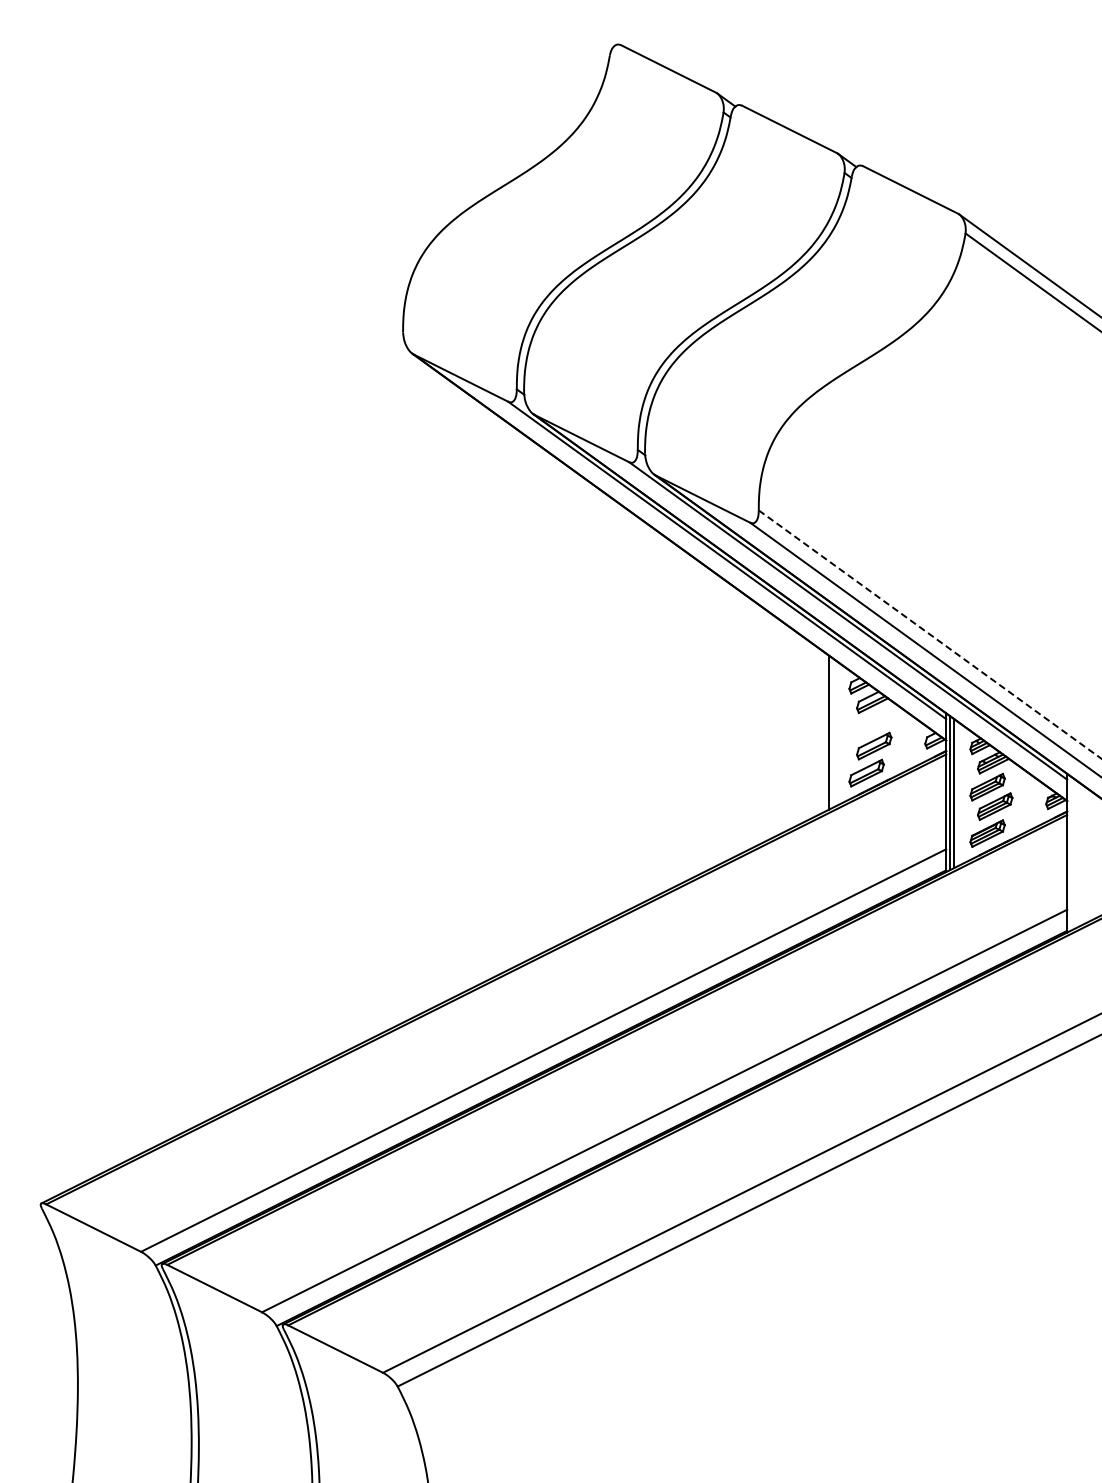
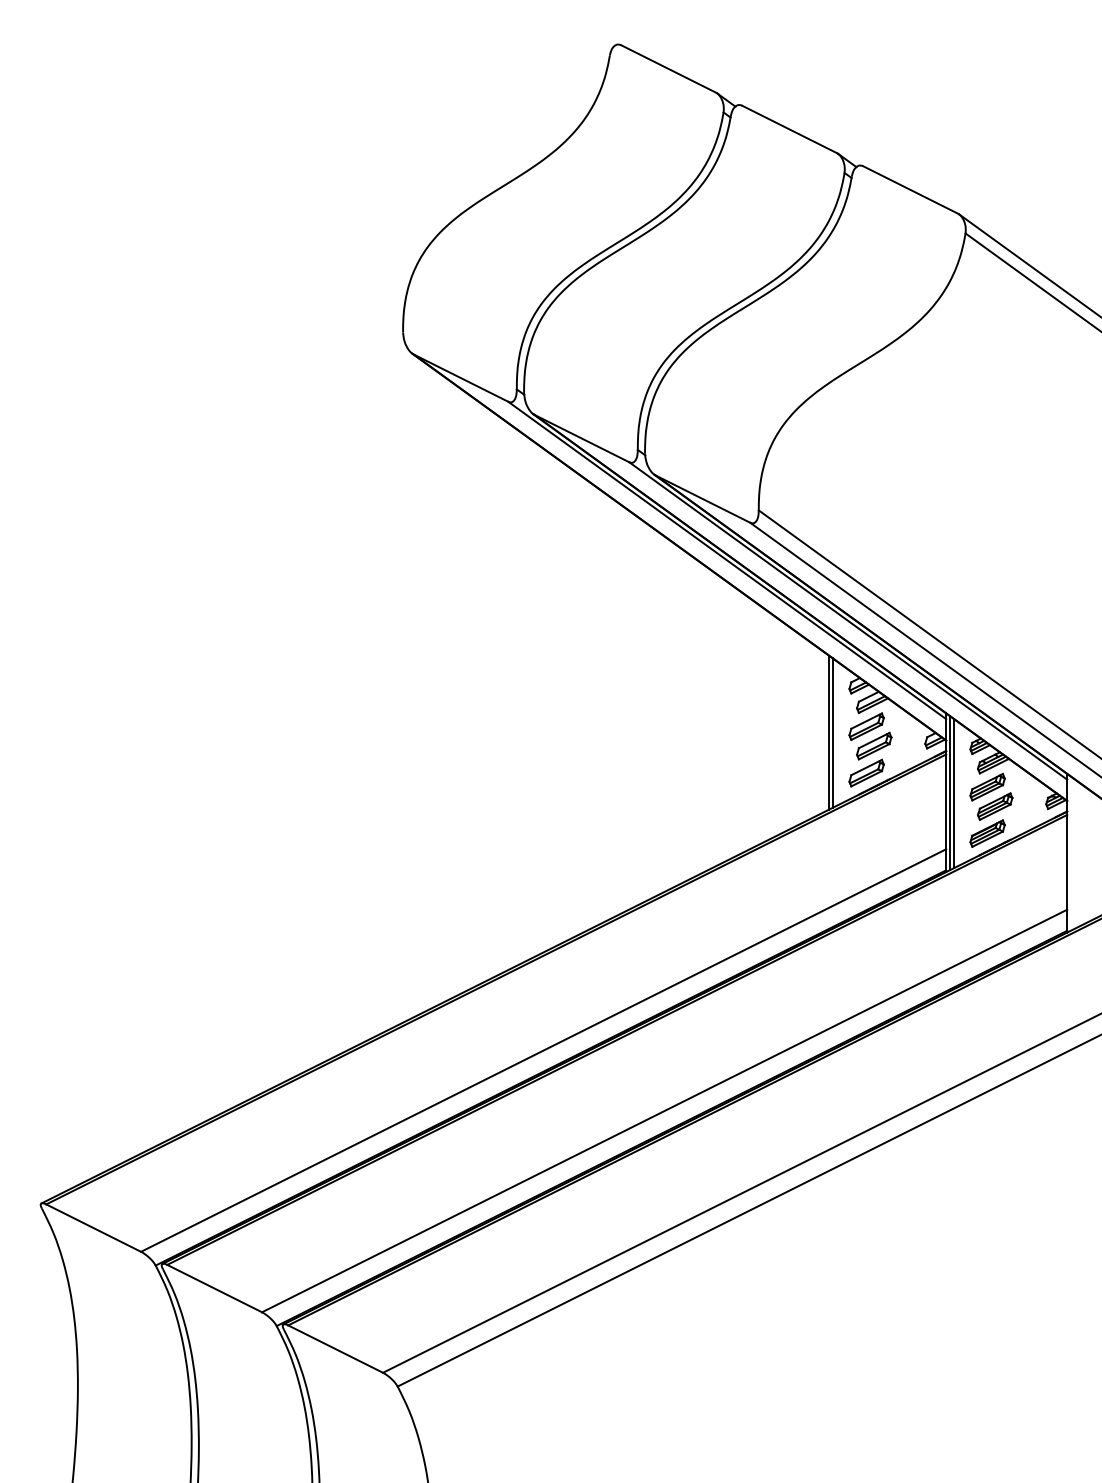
line at (930, 634): dashed -> solid
part at (866, 726): none -> present
line at (832, 732): none -> present
